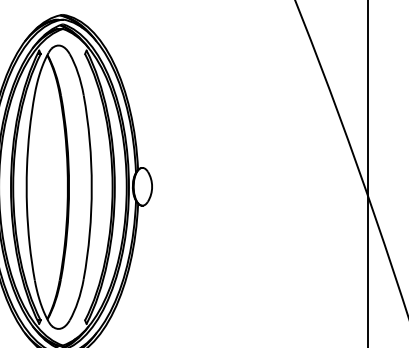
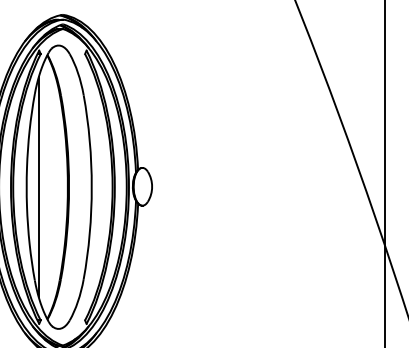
line at (368, 173) position: (368, 173) -> (385, 173)
line at (38, 187): none -> present
